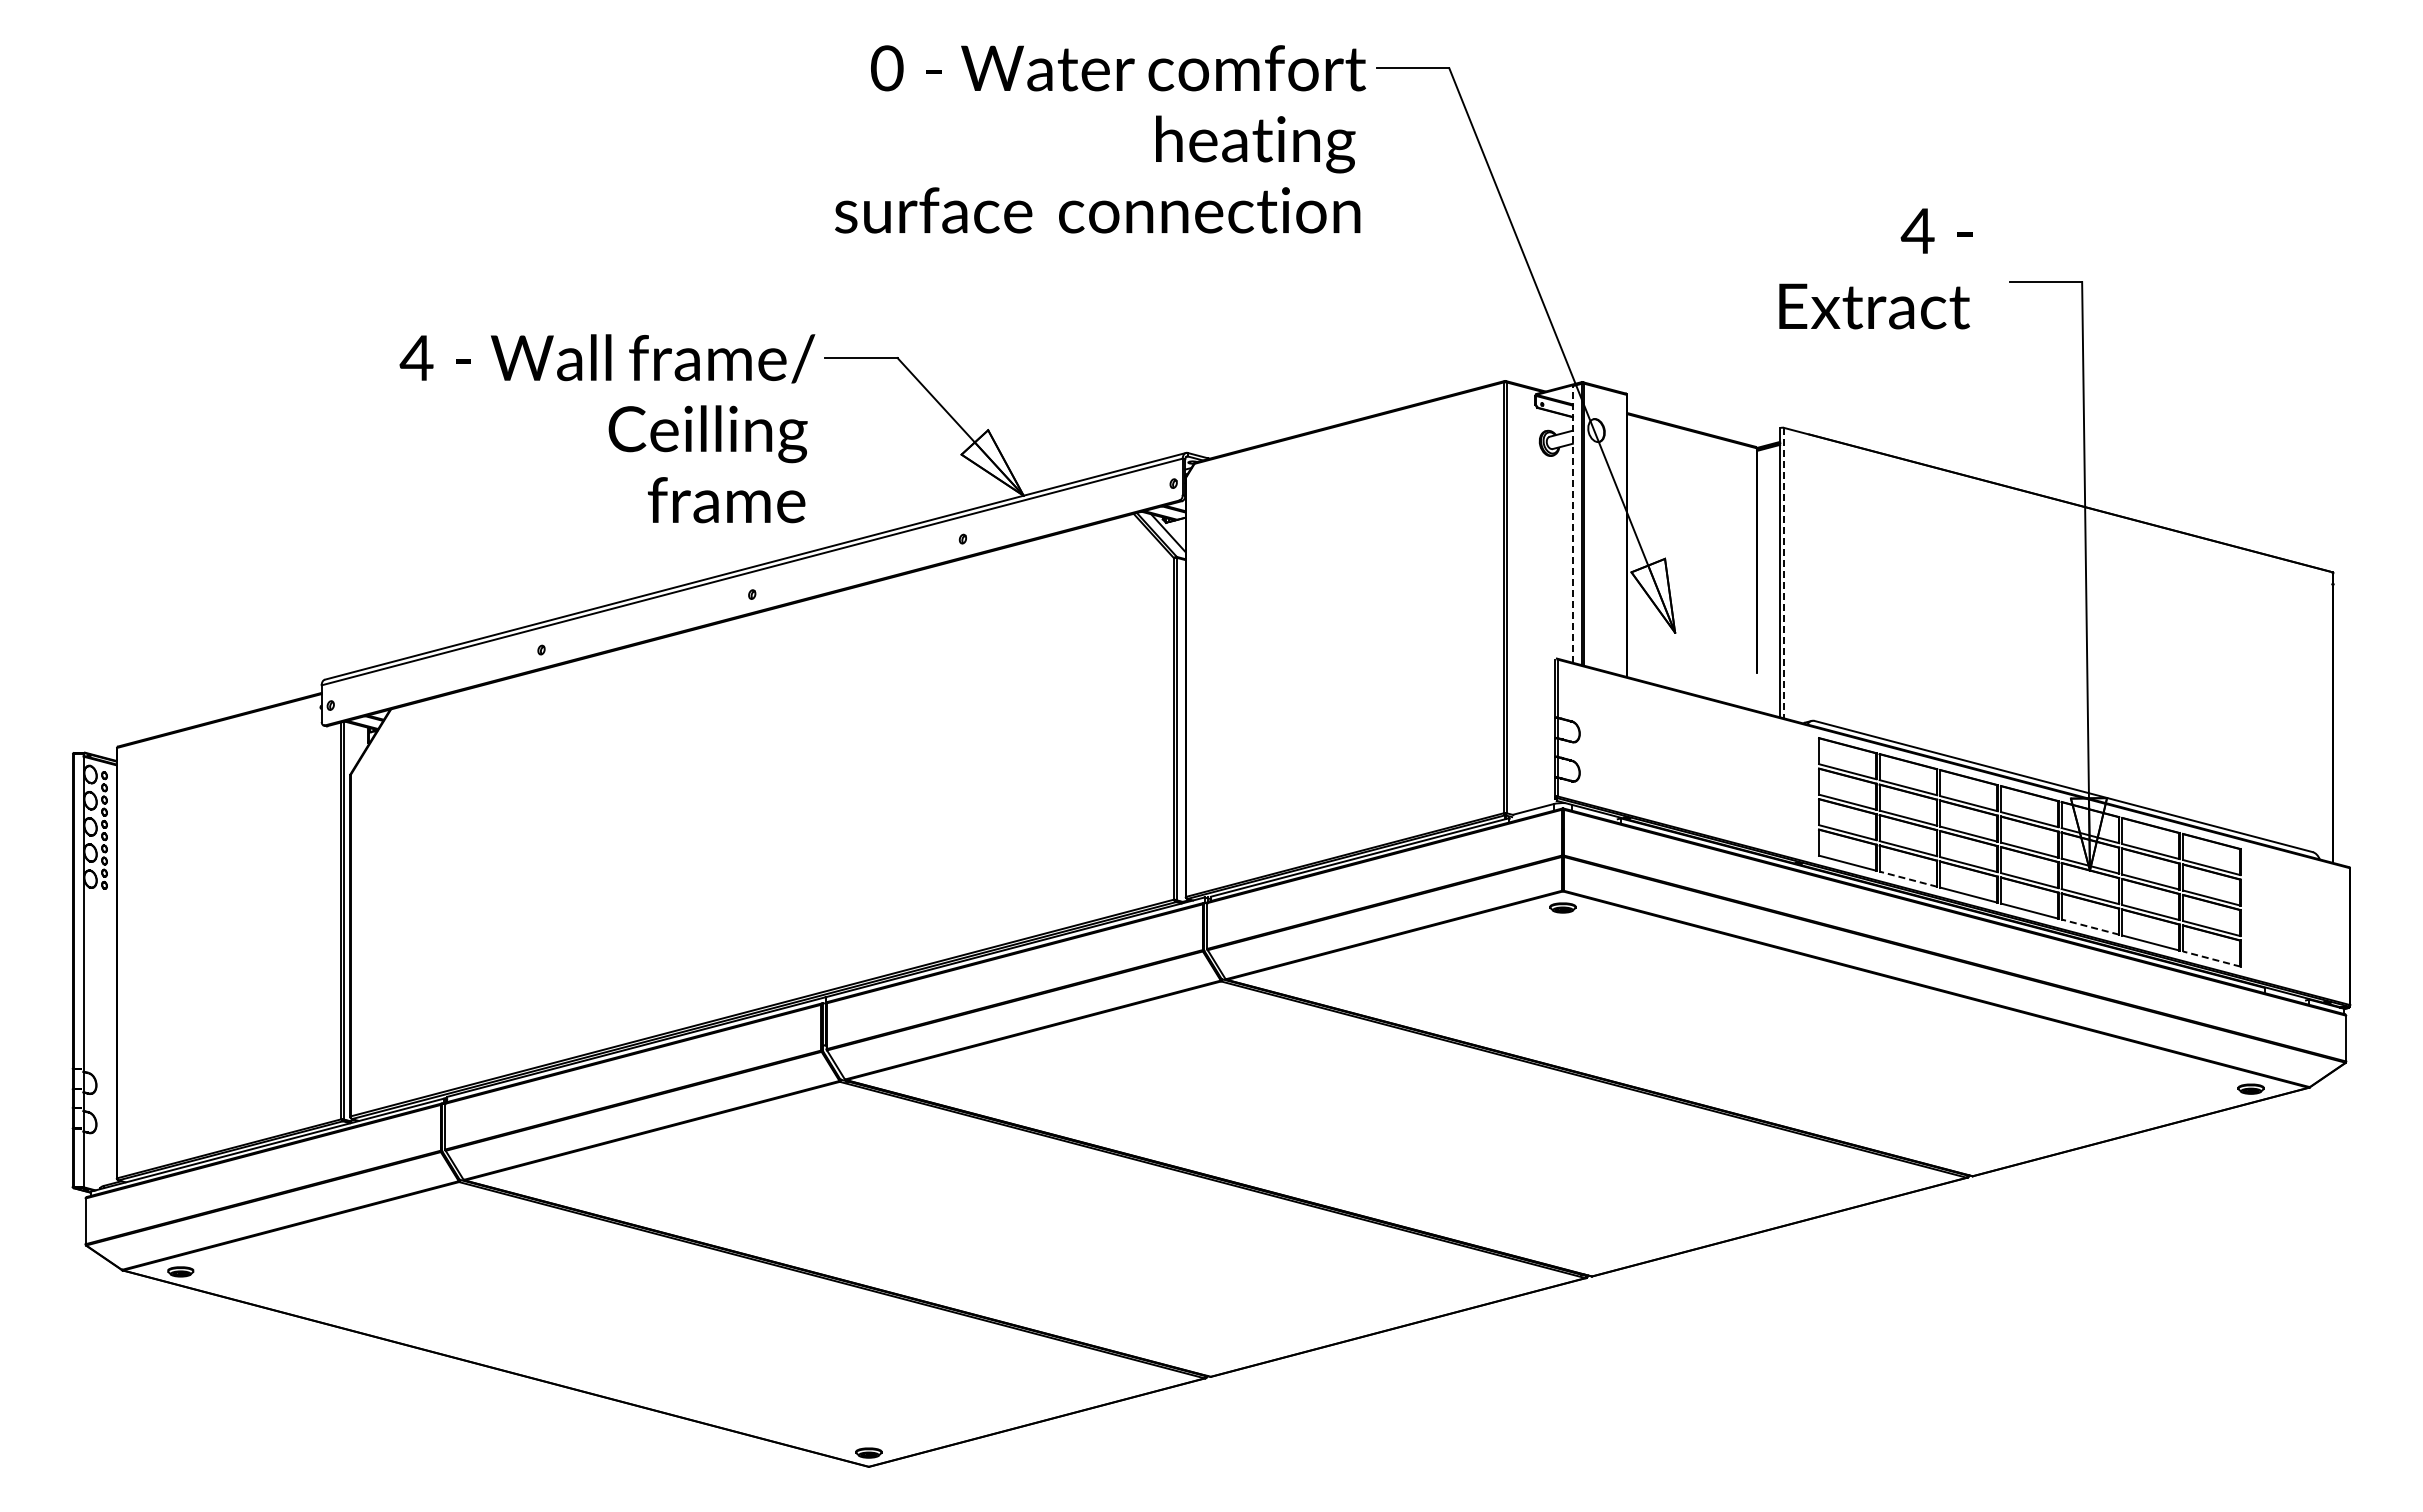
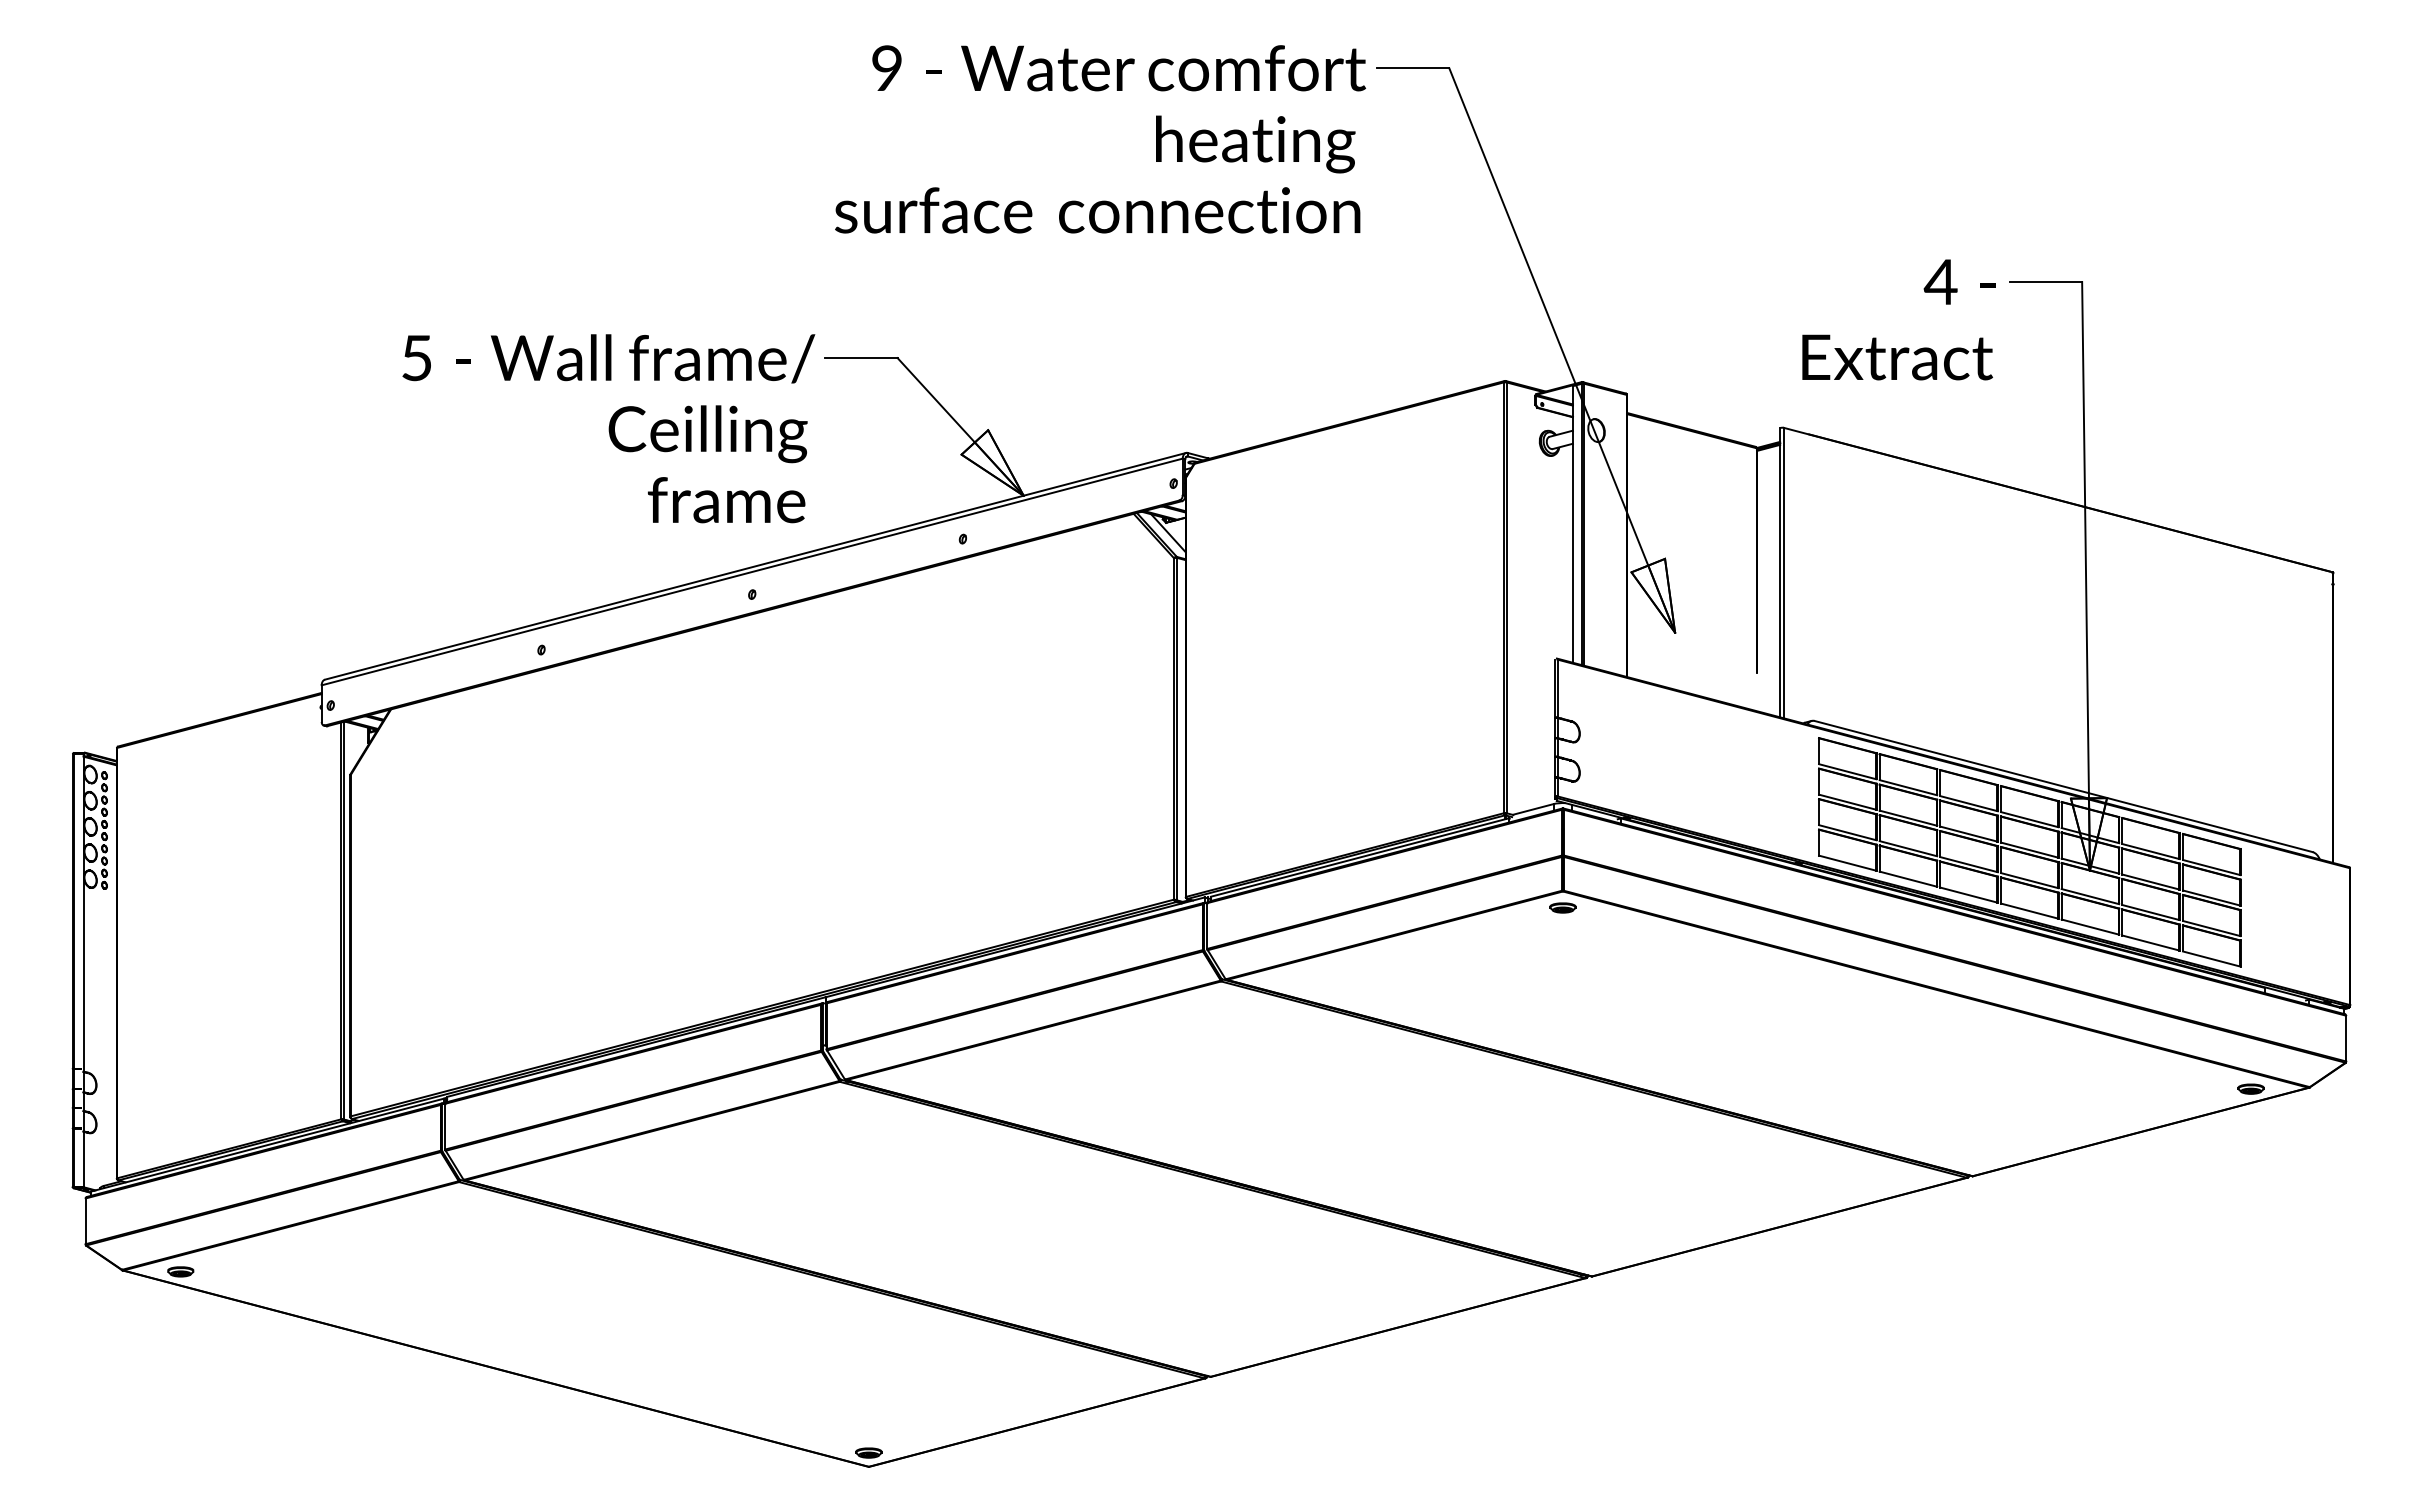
text at (887, 68): 0 -> 9
text at (1875, 268) position: (1875, 268) -> (1898, 319)
text at (416, 358): 4 -> 5
line at (1572, 523): dashed -> solid
line at (1784, 573): dashed -> solid
line at (1908, 879): dashed -> solid
line at (2090, 927): dashed -> solid
line at (2211, 959): dashed -> solid
